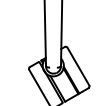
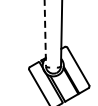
line at (45, 33): solid -> dashed
